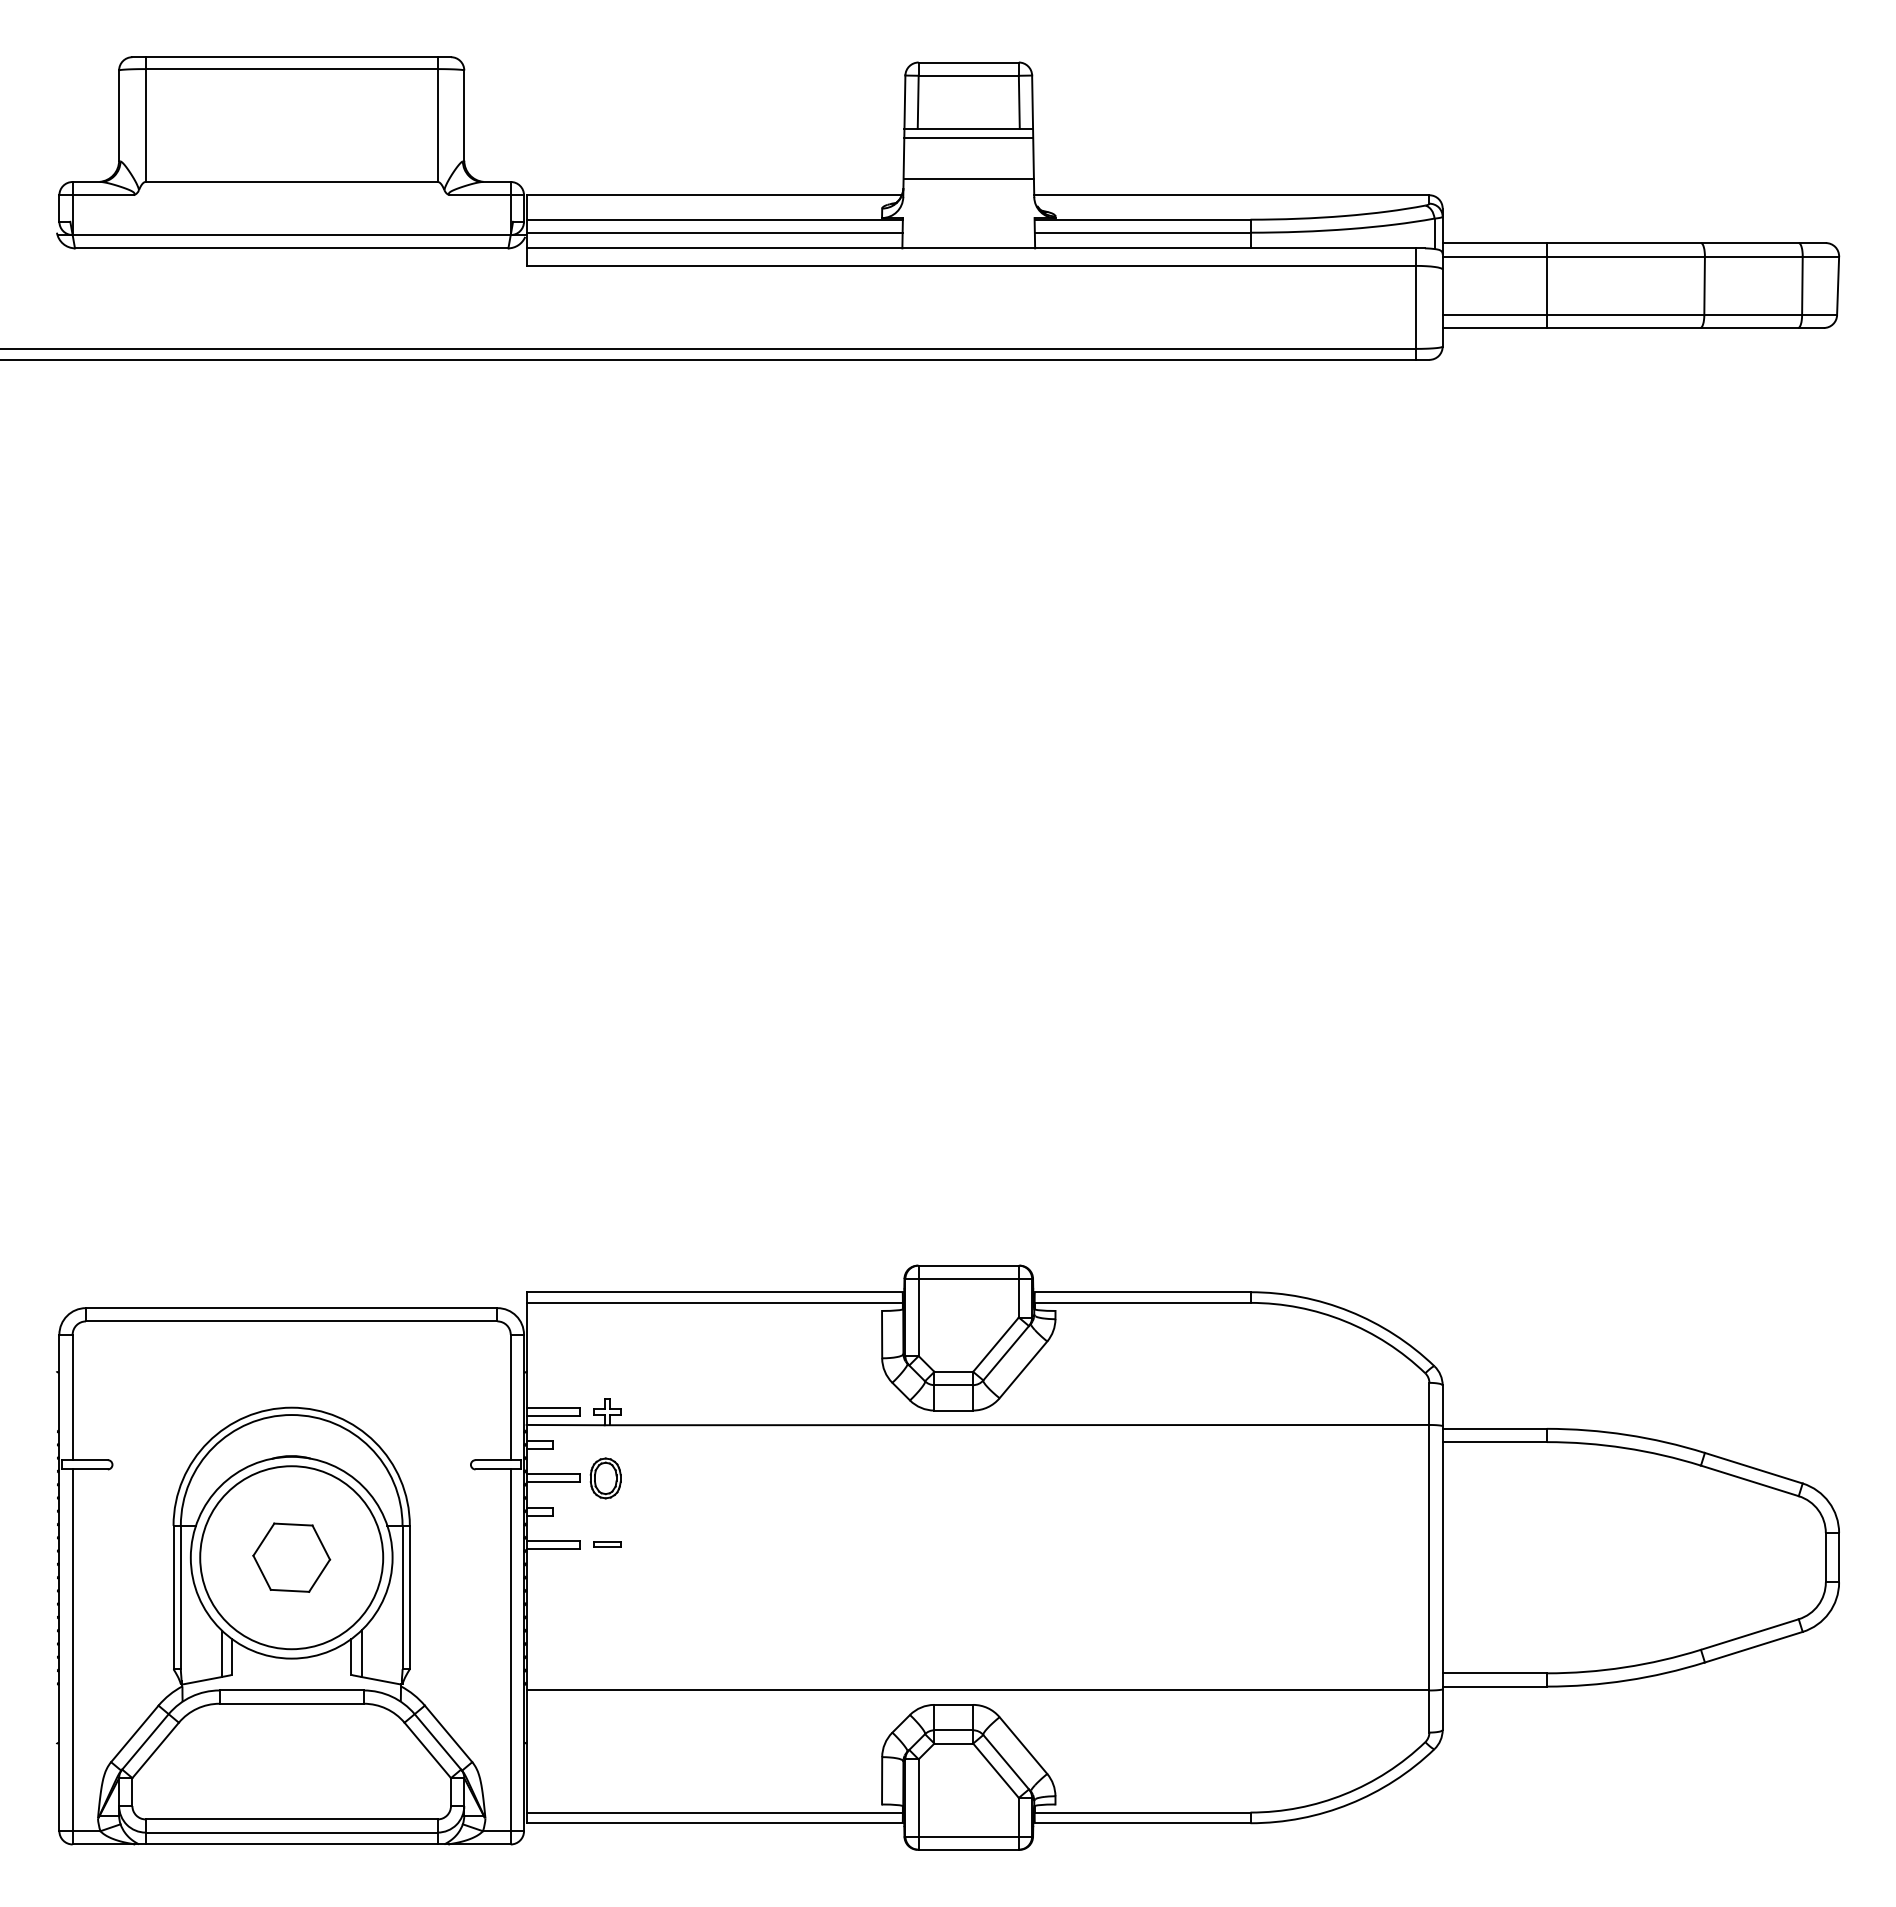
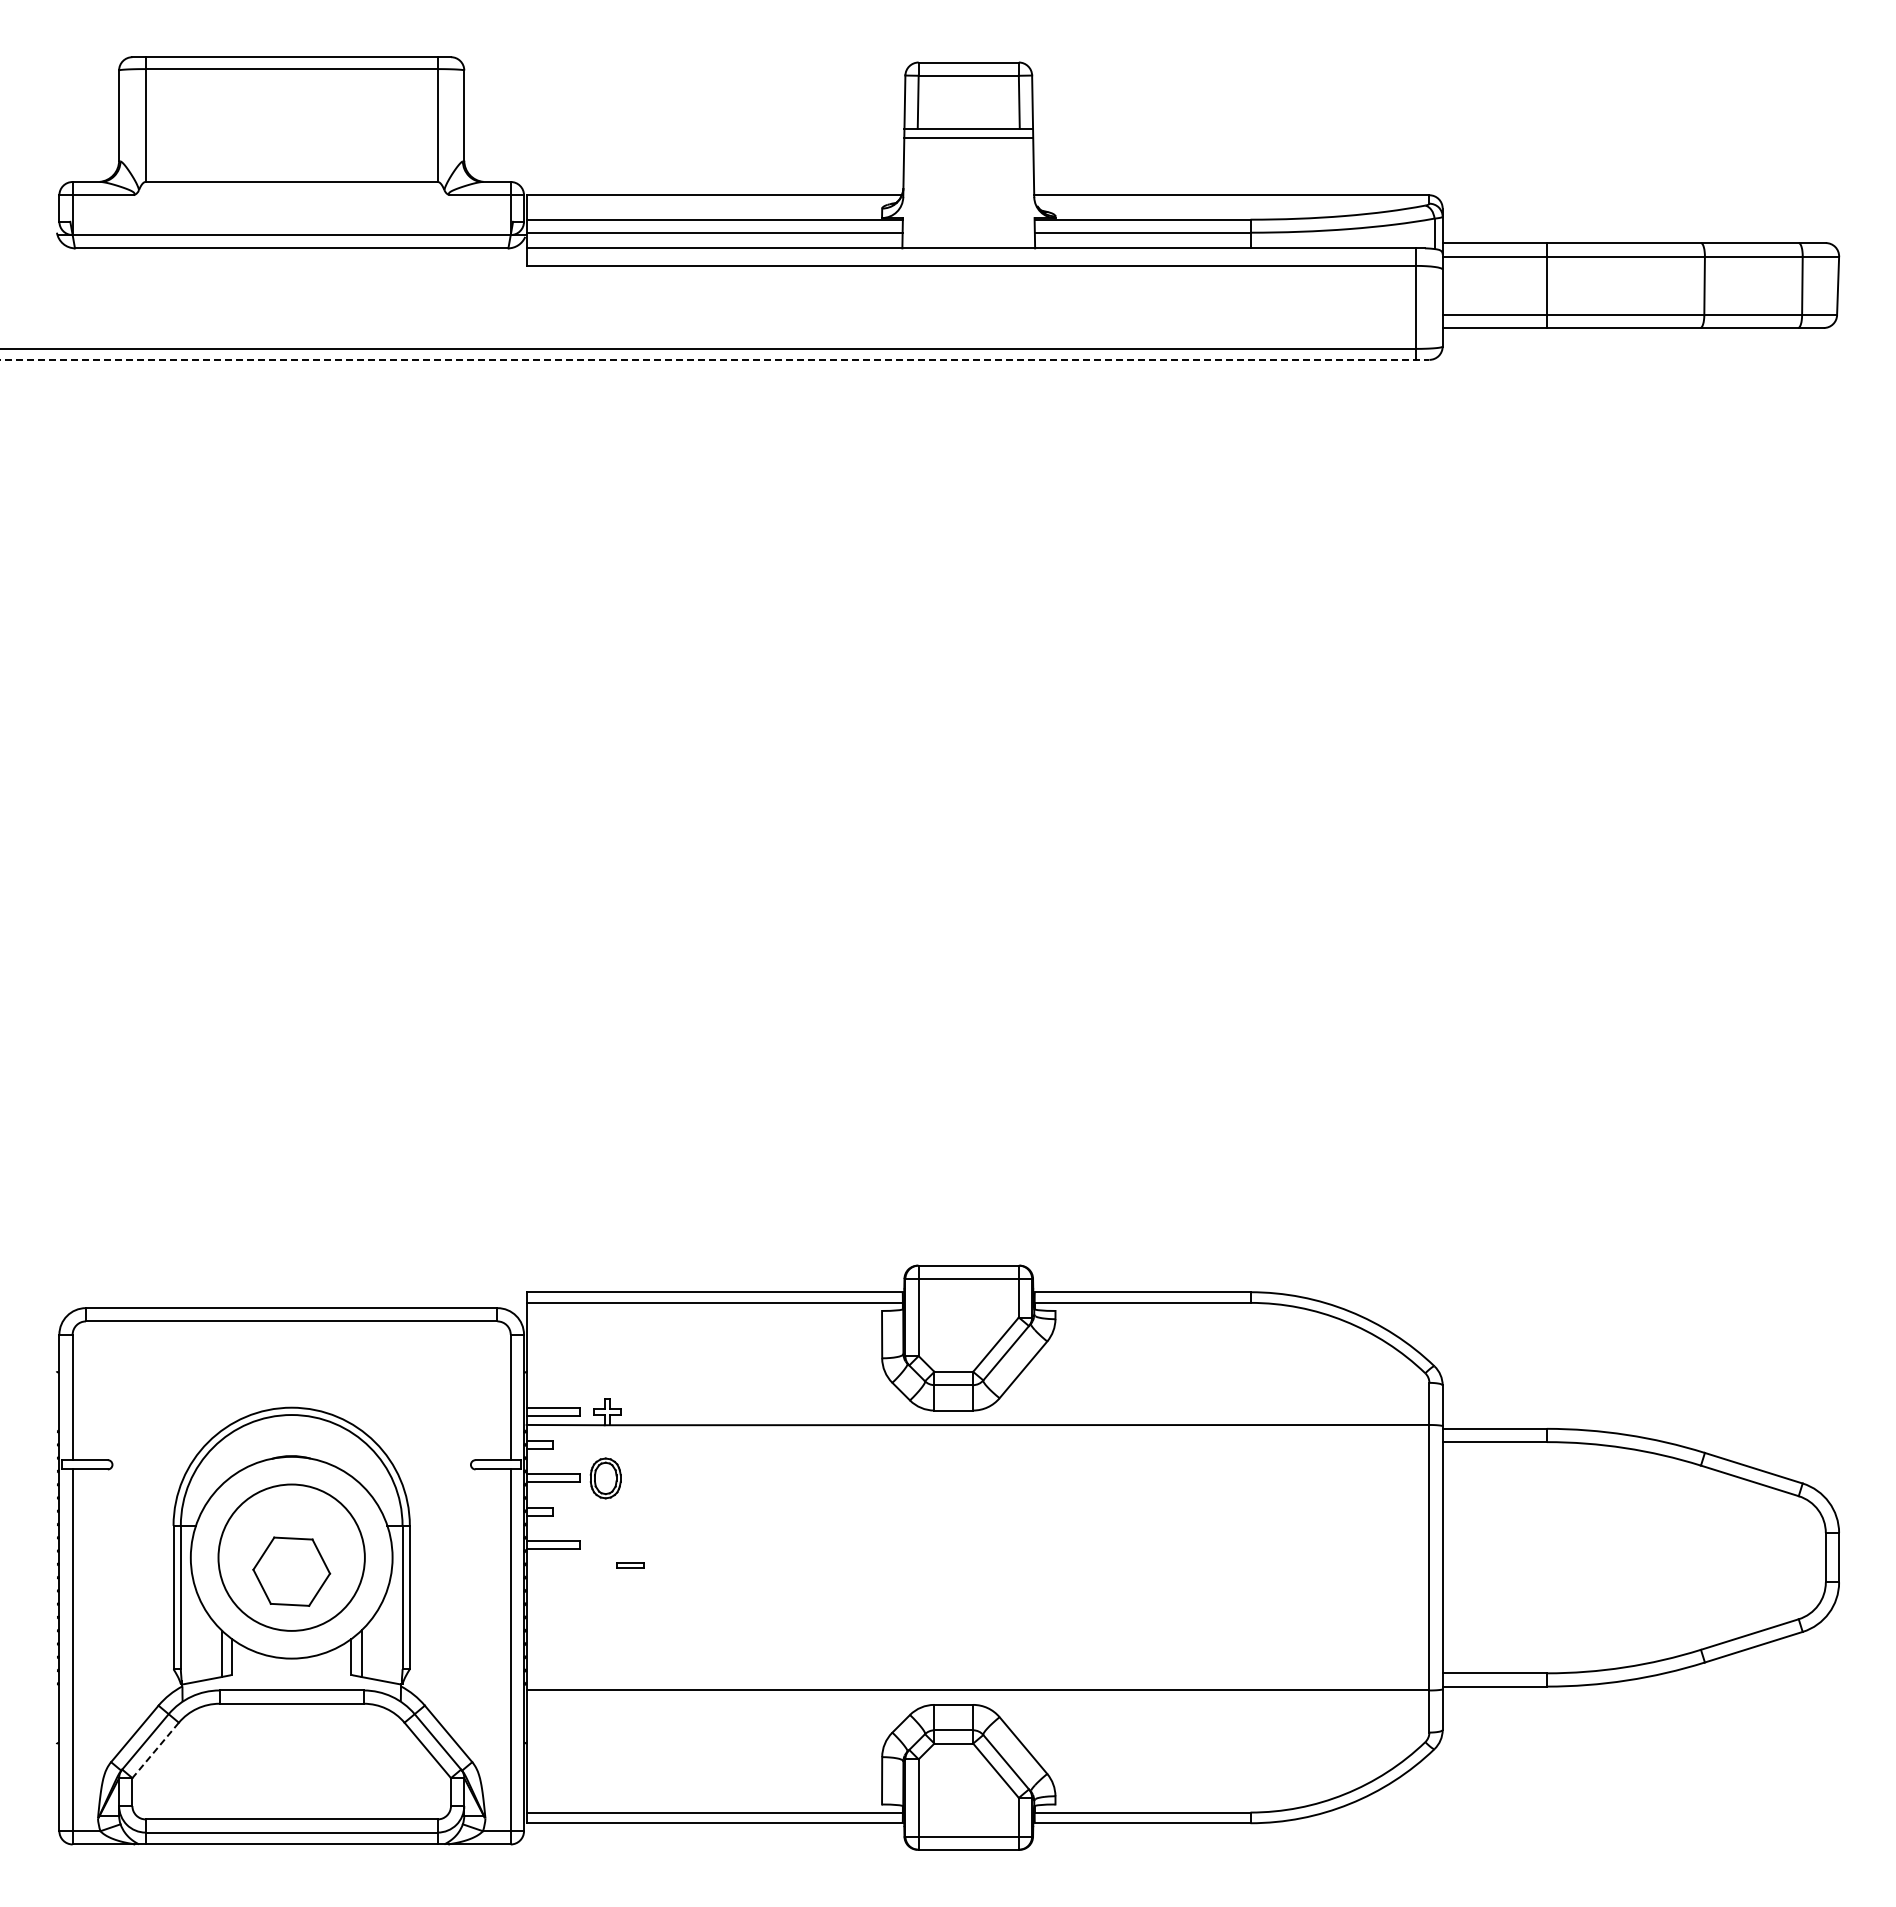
line at (968, 179): present -> none
line at (715, 359): solid -> dashed
part at (607, 1544) position: (607, 1544) -> (630, 1565)
circle at (291, 1557) diameter: 183 px -> 146 px
part at (291, 1557) position: (291, 1557) -> (291, 1571)
line at (155, 1750): solid -> dashed
